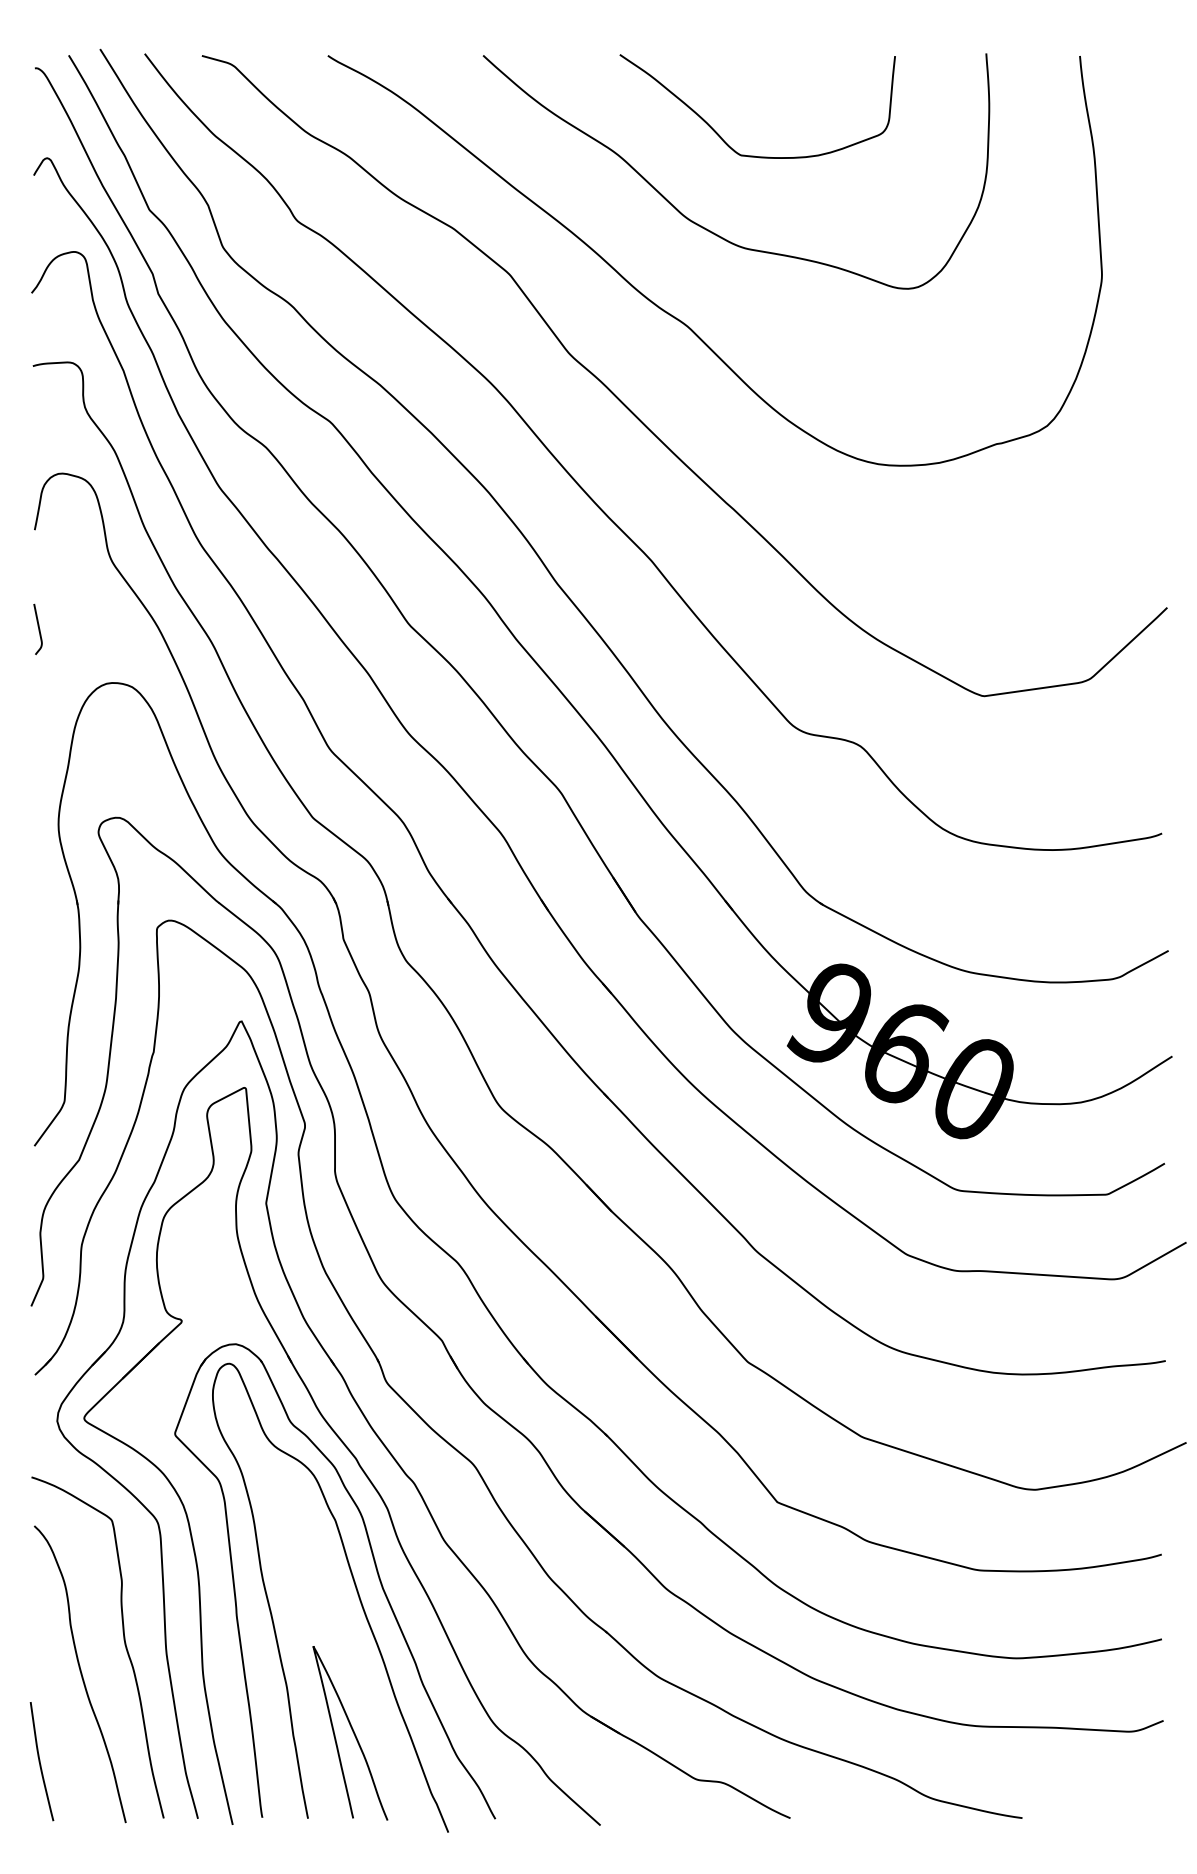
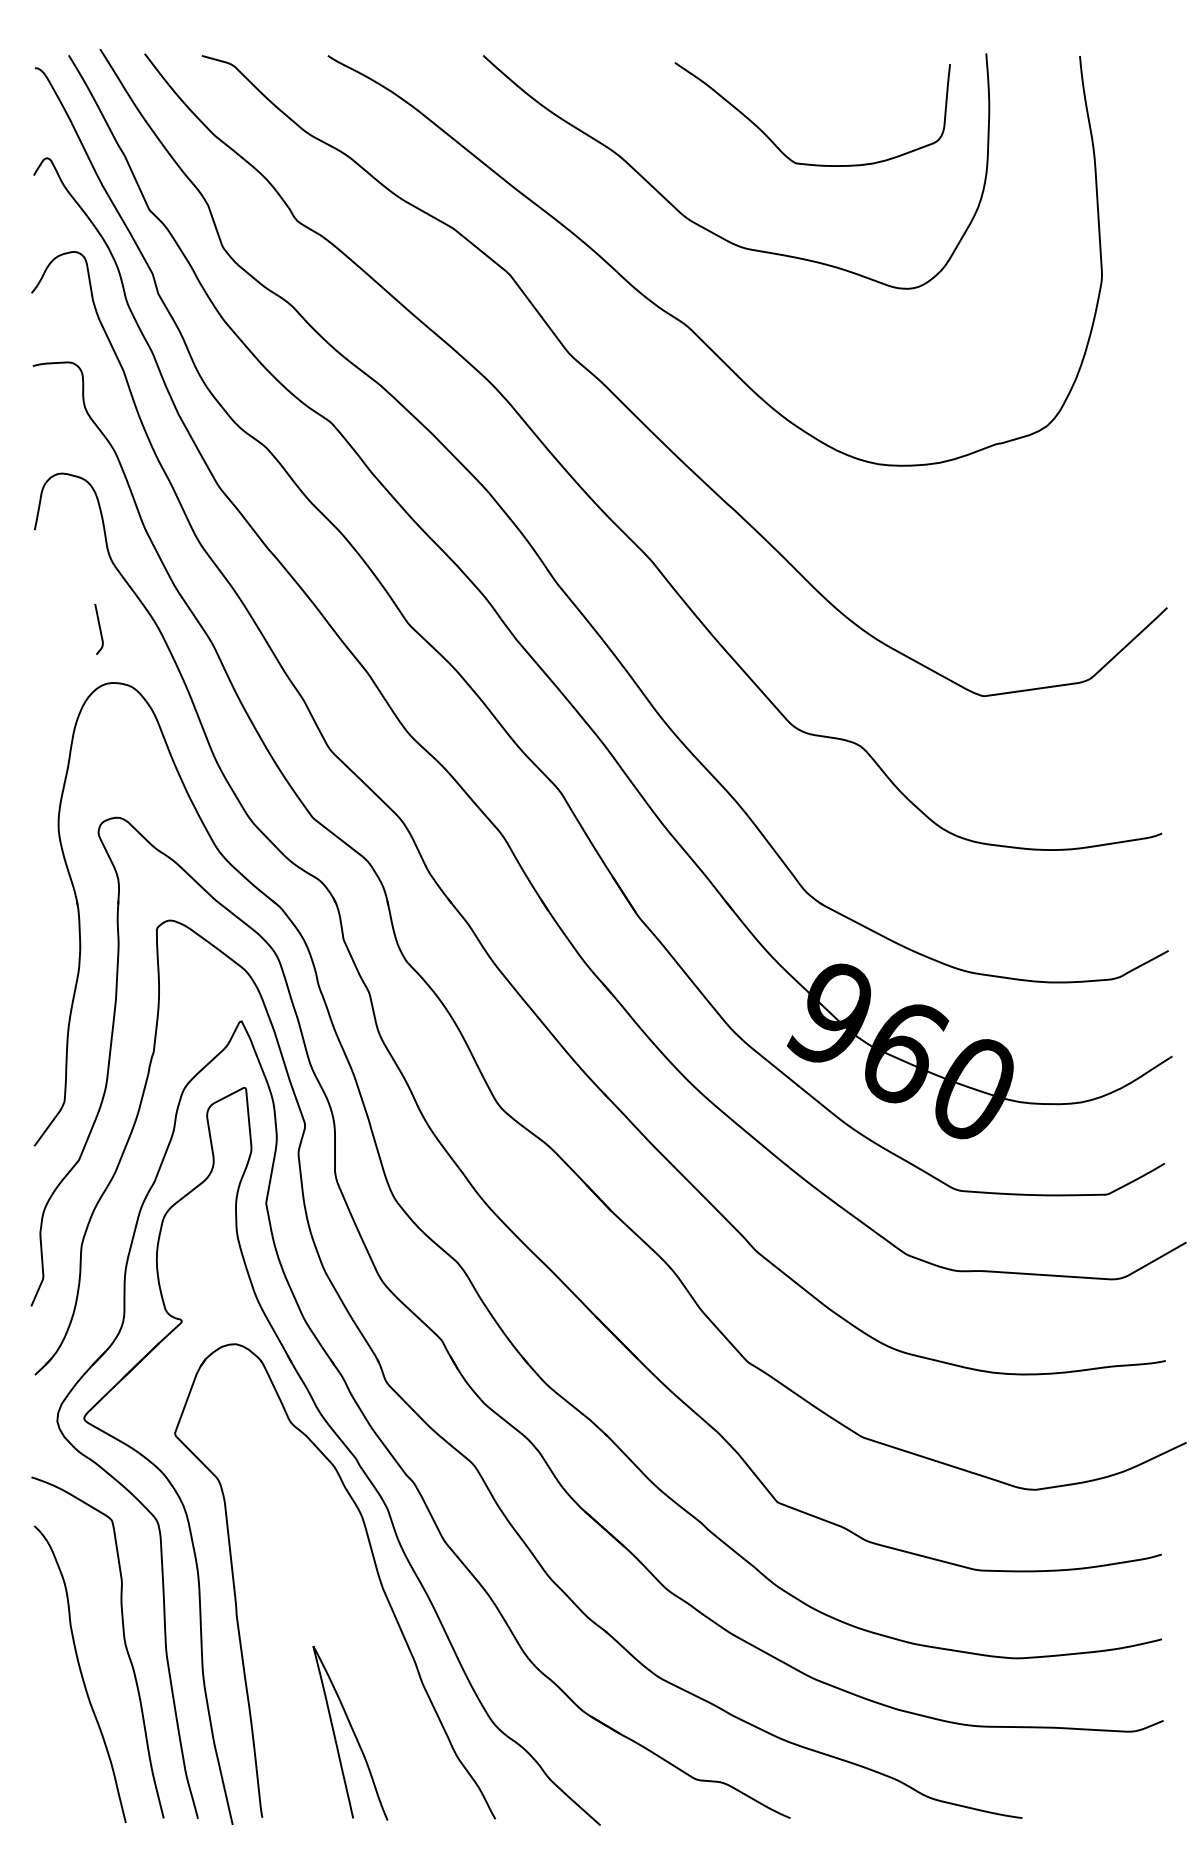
curve at (721, 136) position: (721, 136) -> (776, 144)
curve at (38, 628) position: (38, 628) -> (99, 628)
curve at (355, 1588): present -> none
curve at (40, 1761): present -> none
